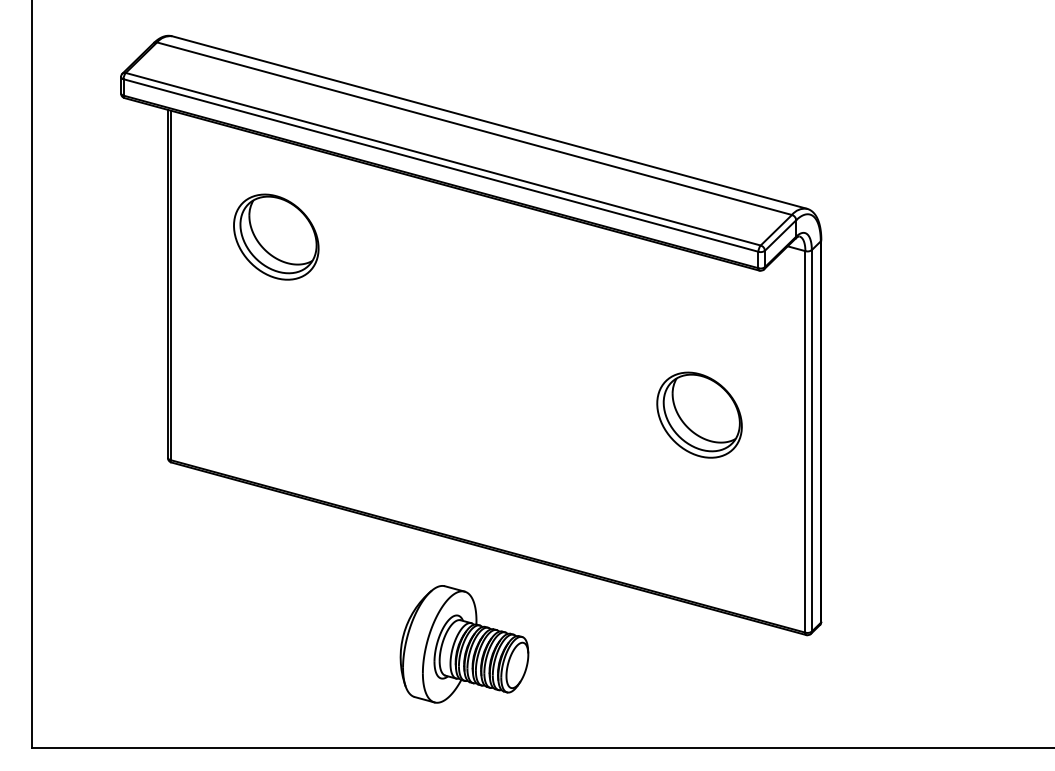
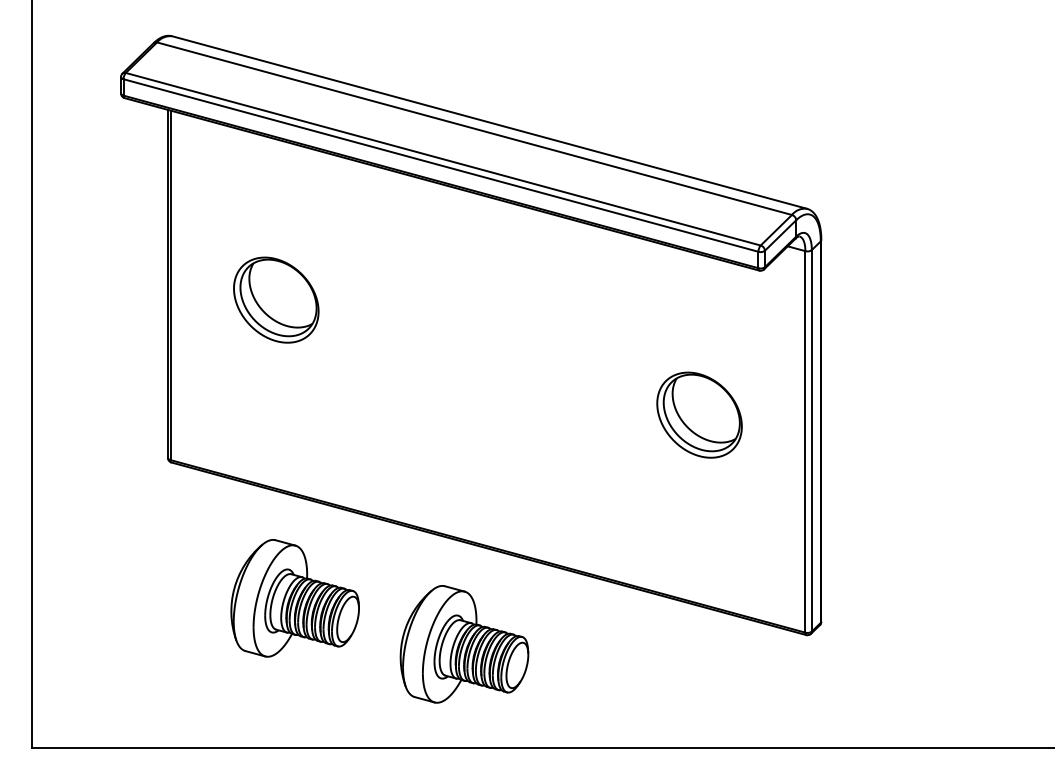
part at (276, 236) position: (276, 236) -> (276, 299)
part at (294, 598): none -> present
